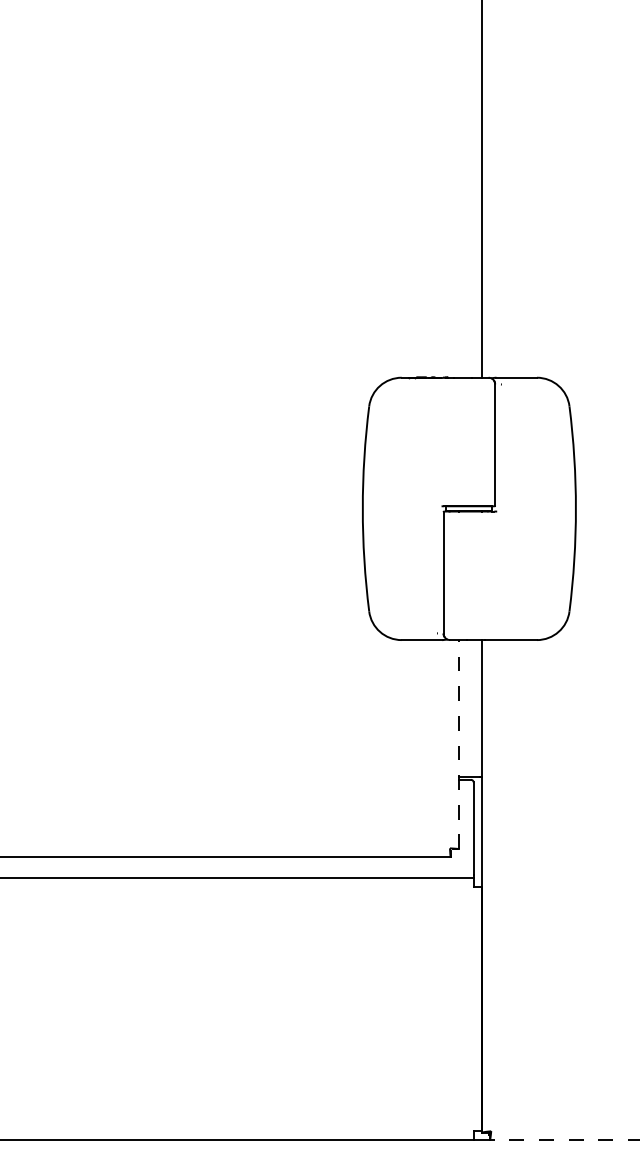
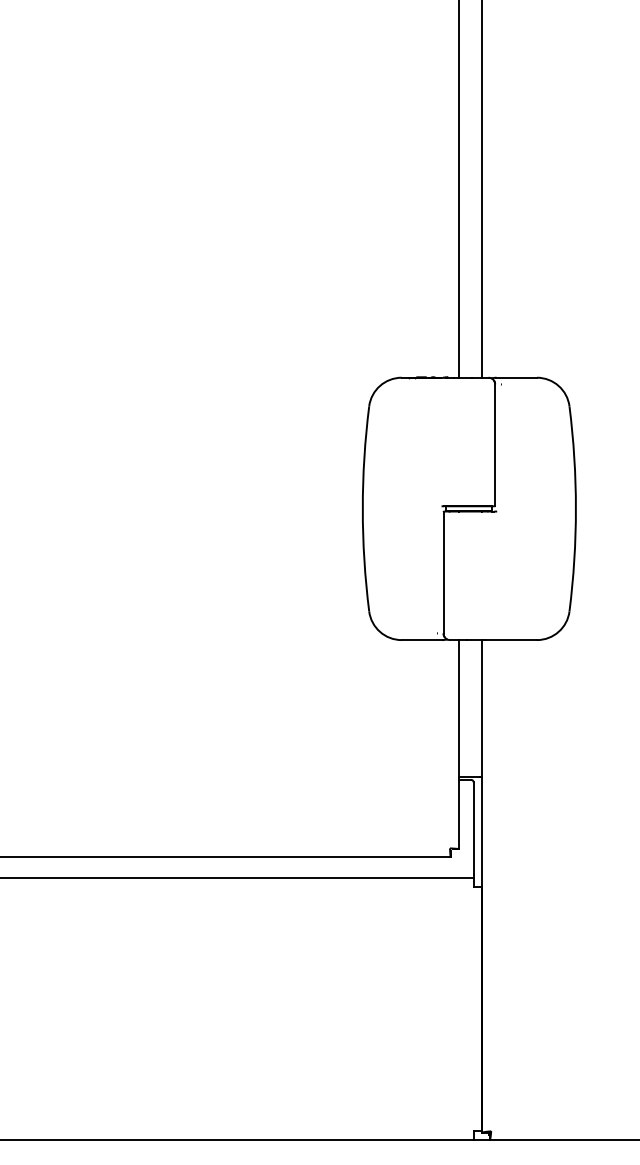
line at (458, 189): none -> present
line at (458, 744): dashed -> solid
line at (564, 1140): dashed -> solid
